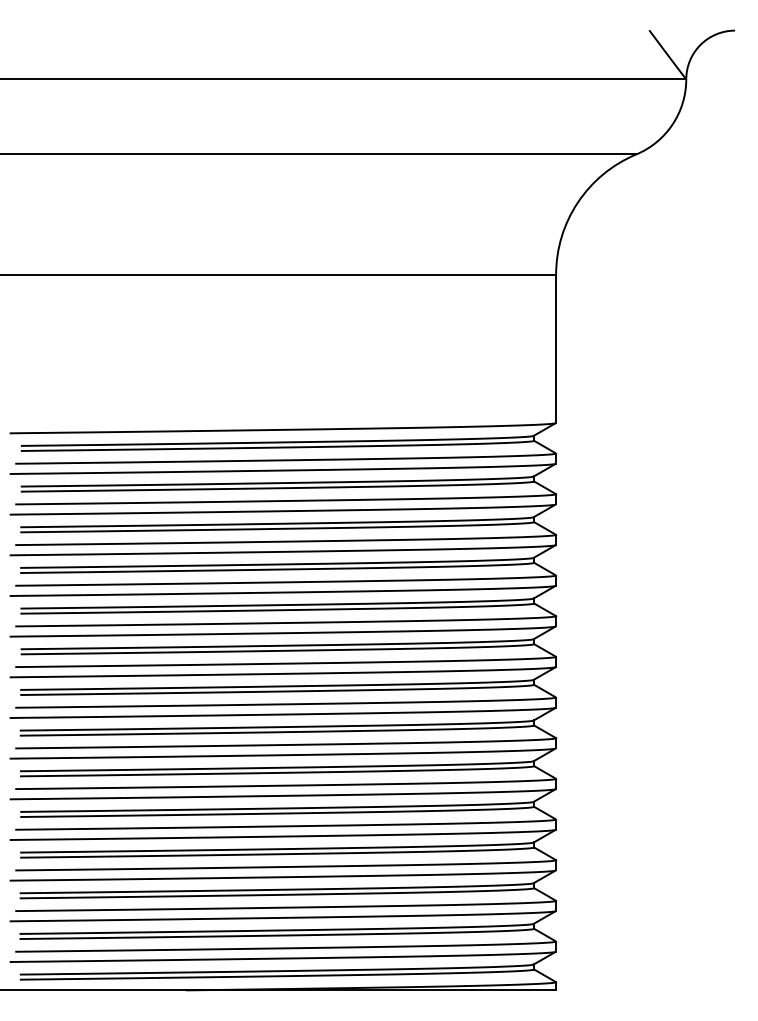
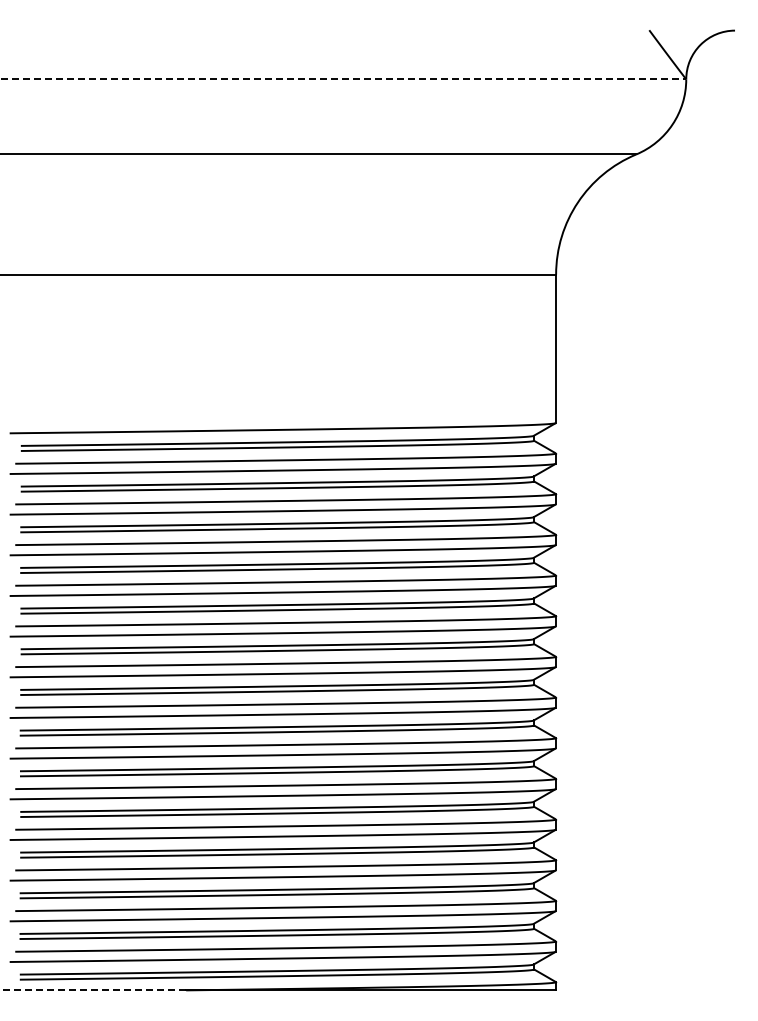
line at (343, 79): solid -> dashed
line at (93, 990): solid -> dashed
